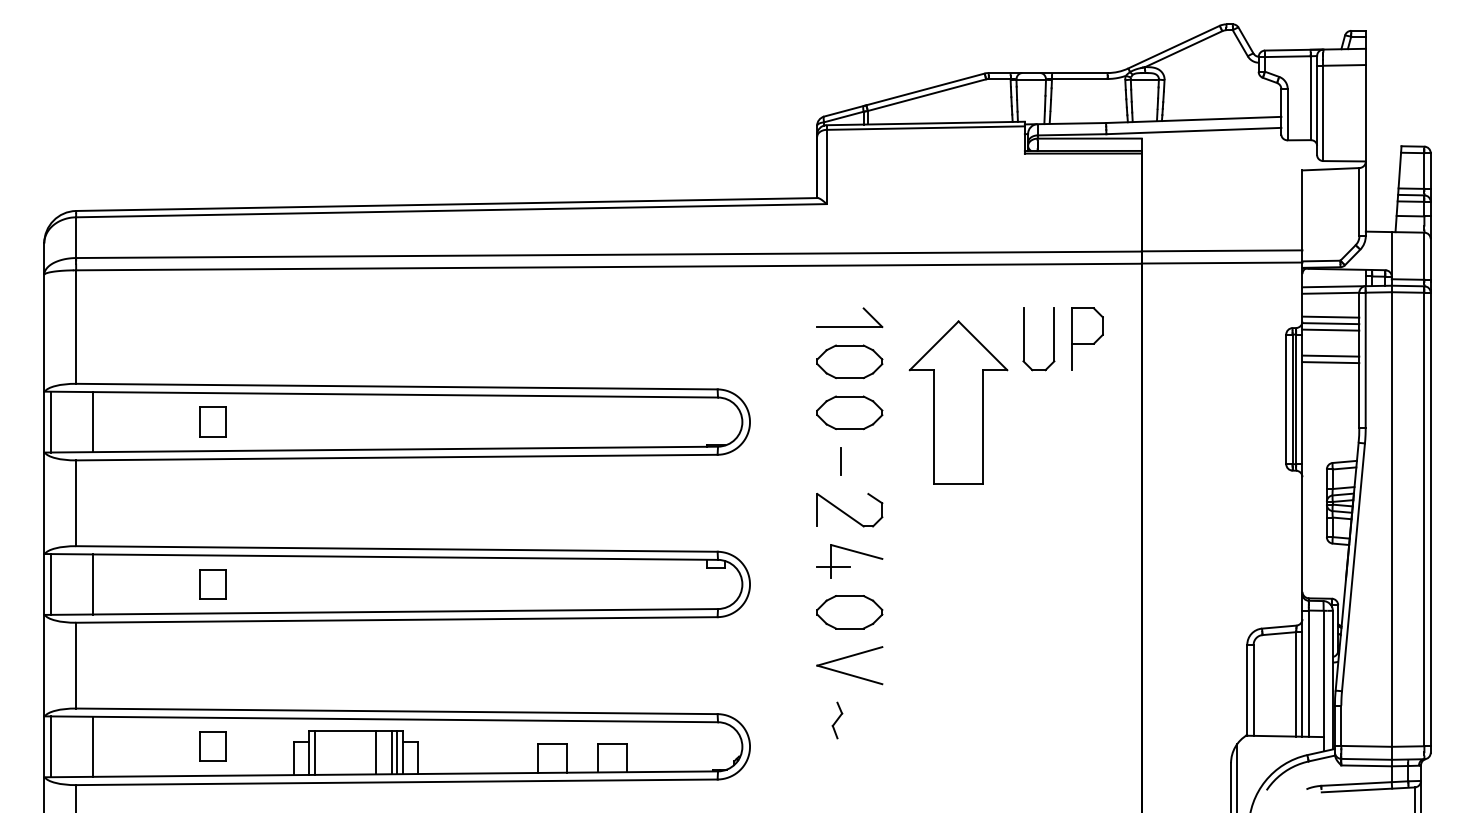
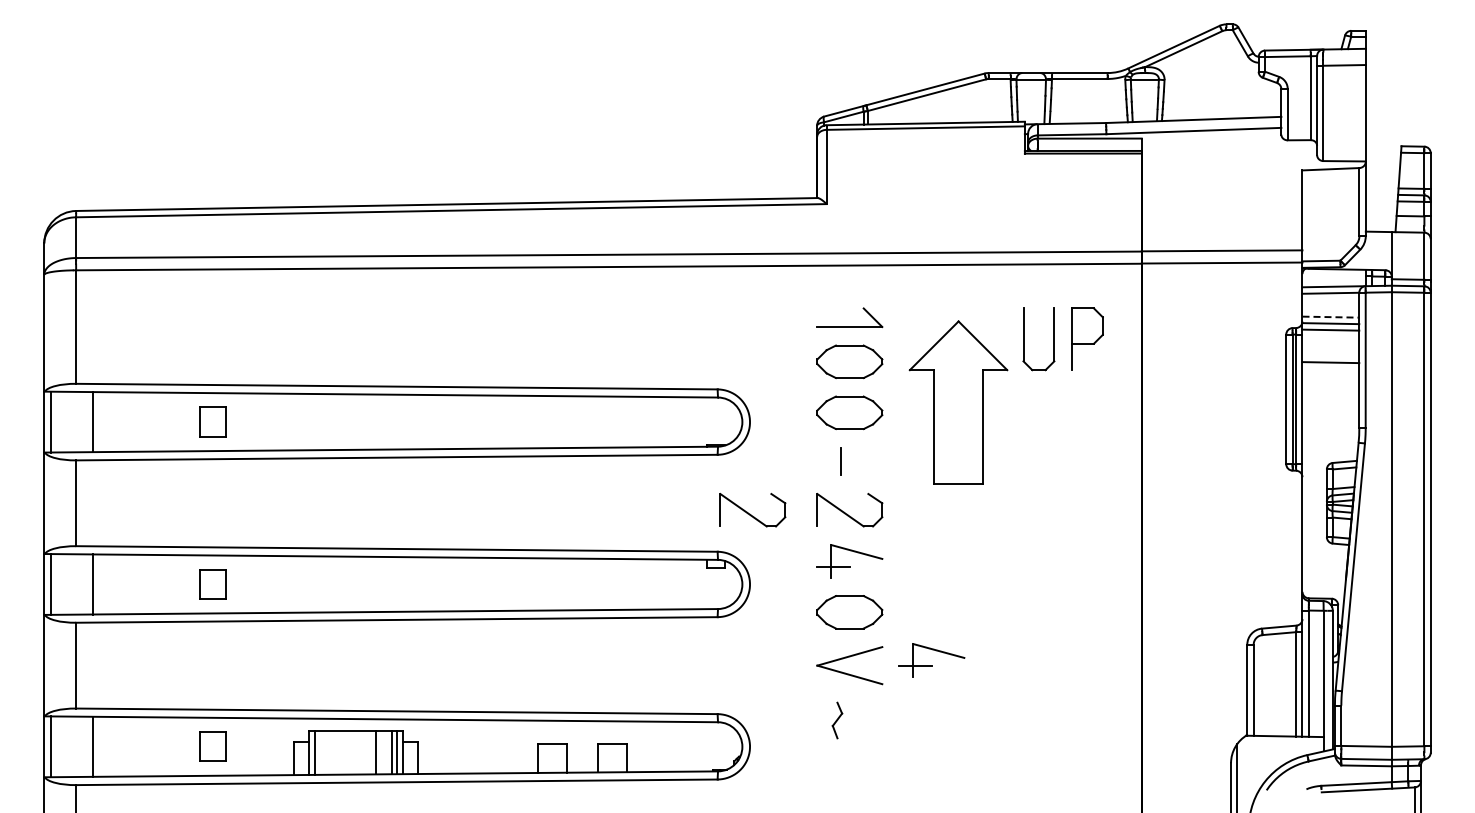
line at (1331, 317): solid -> dashed
line at (1330, 355): present -> none
part at (752, 510): none -> present
part at (931, 660): none -> present
